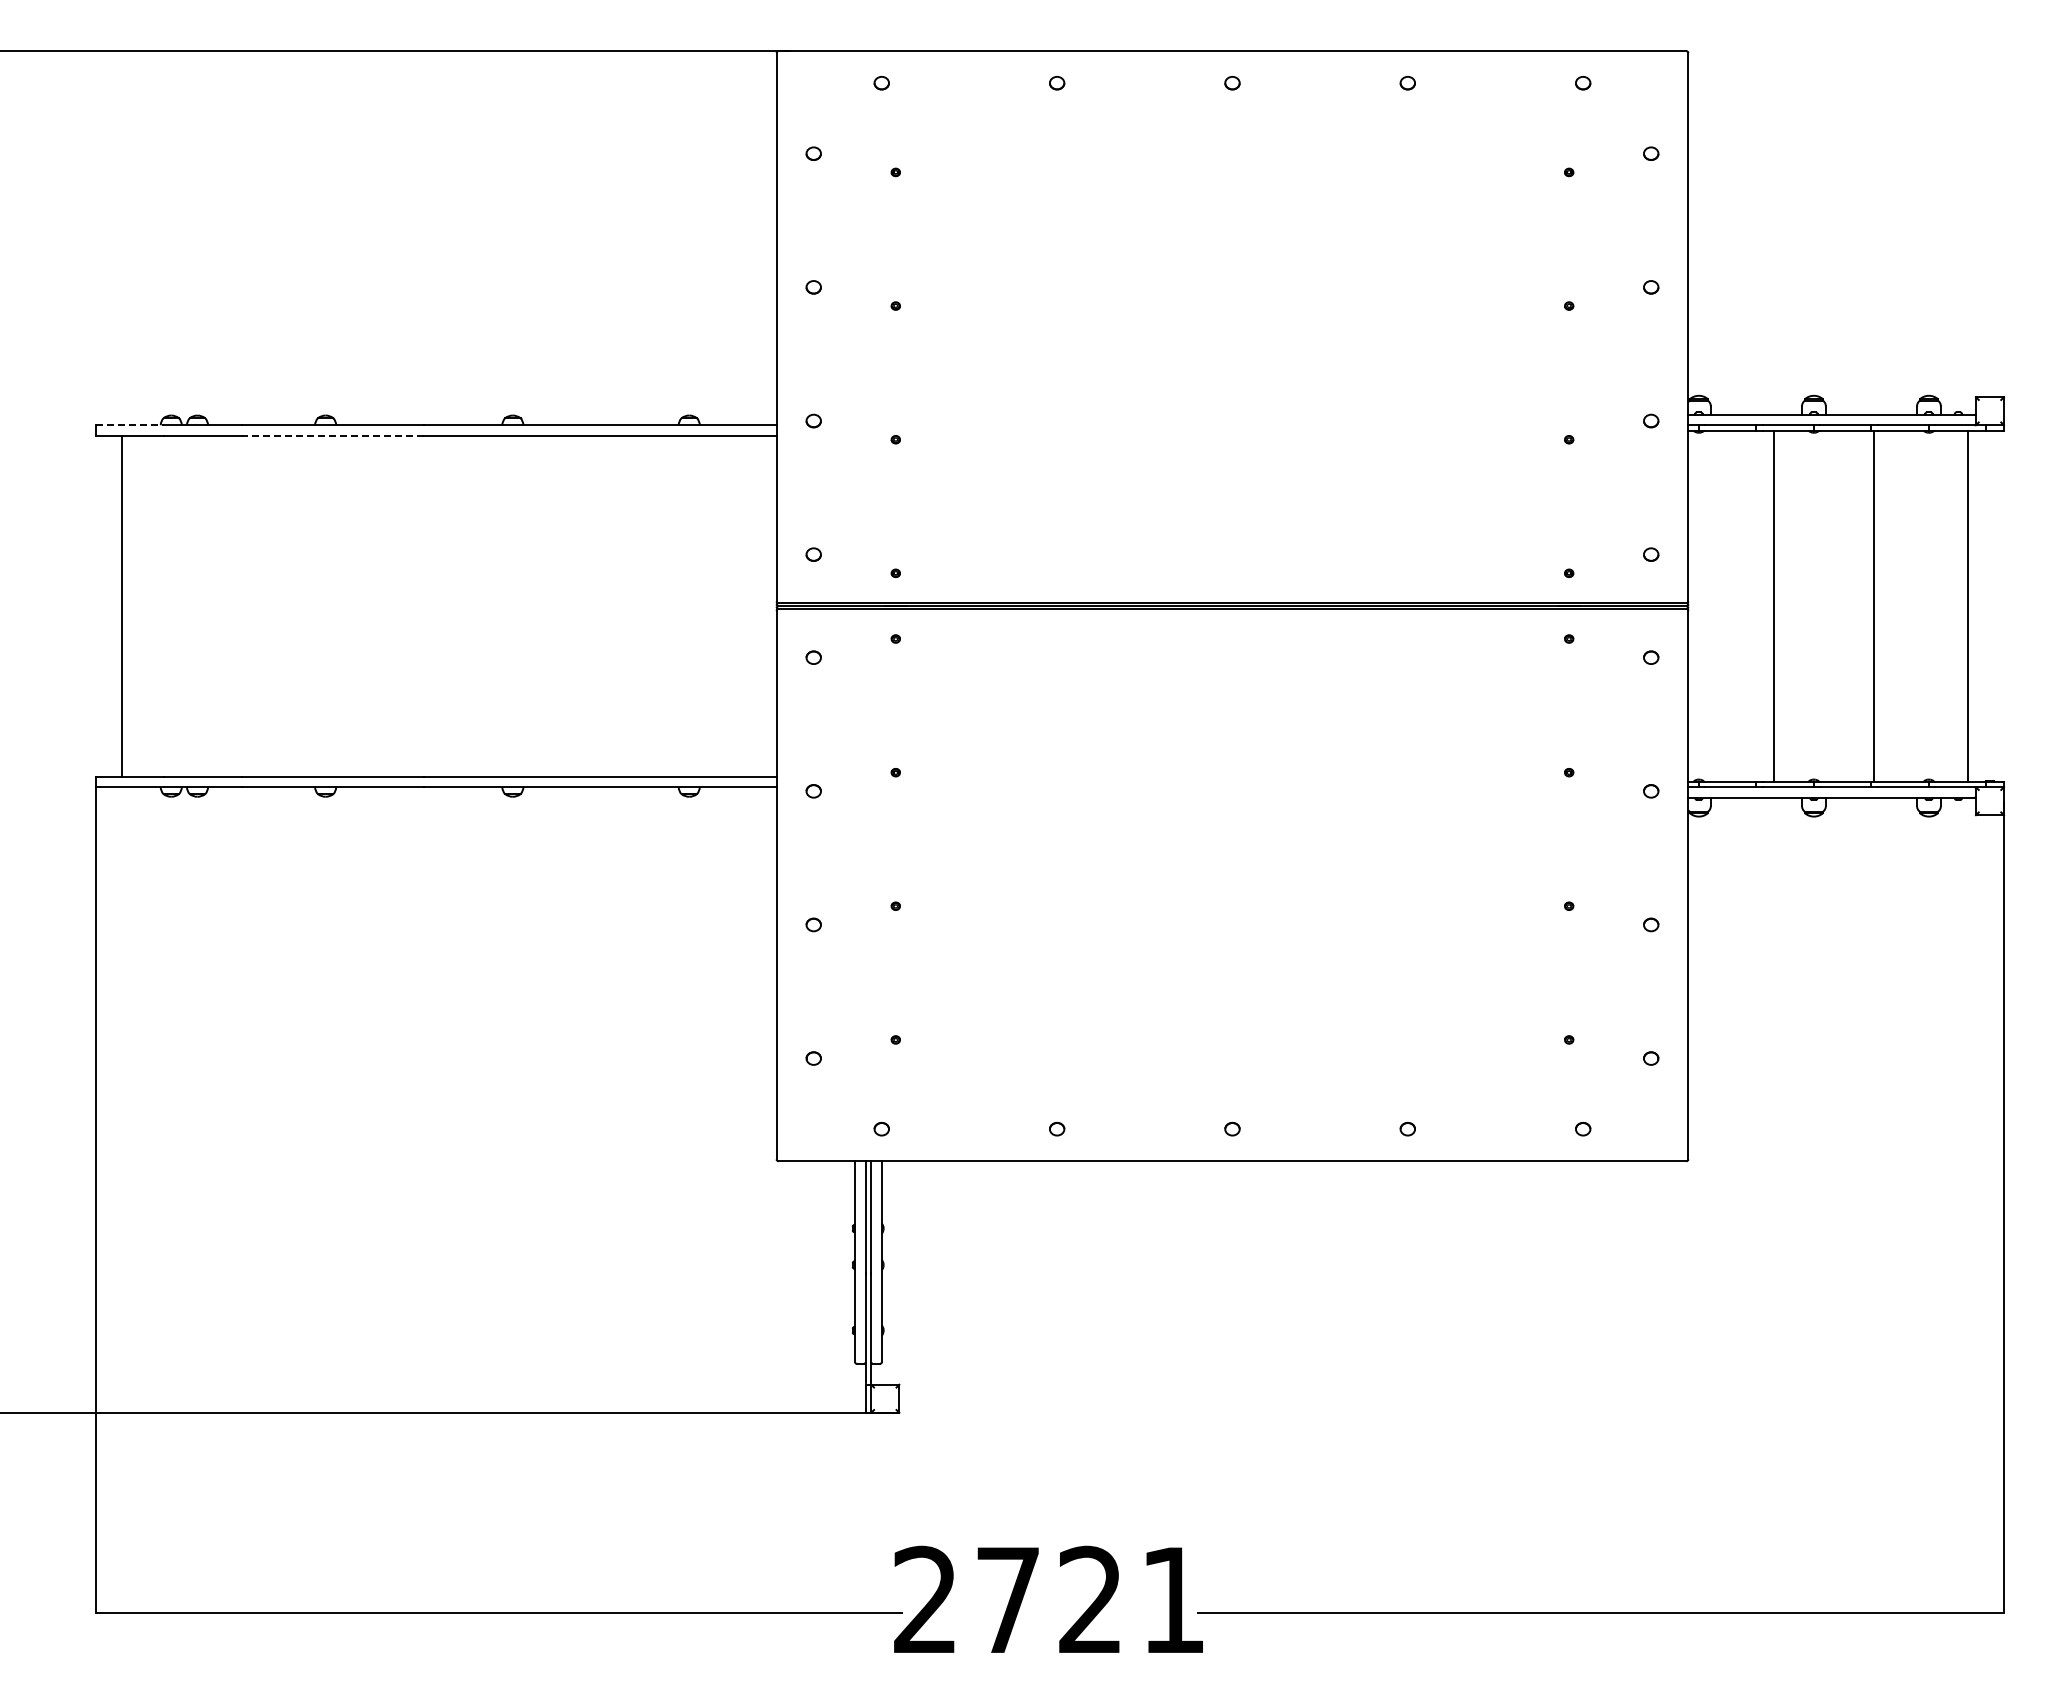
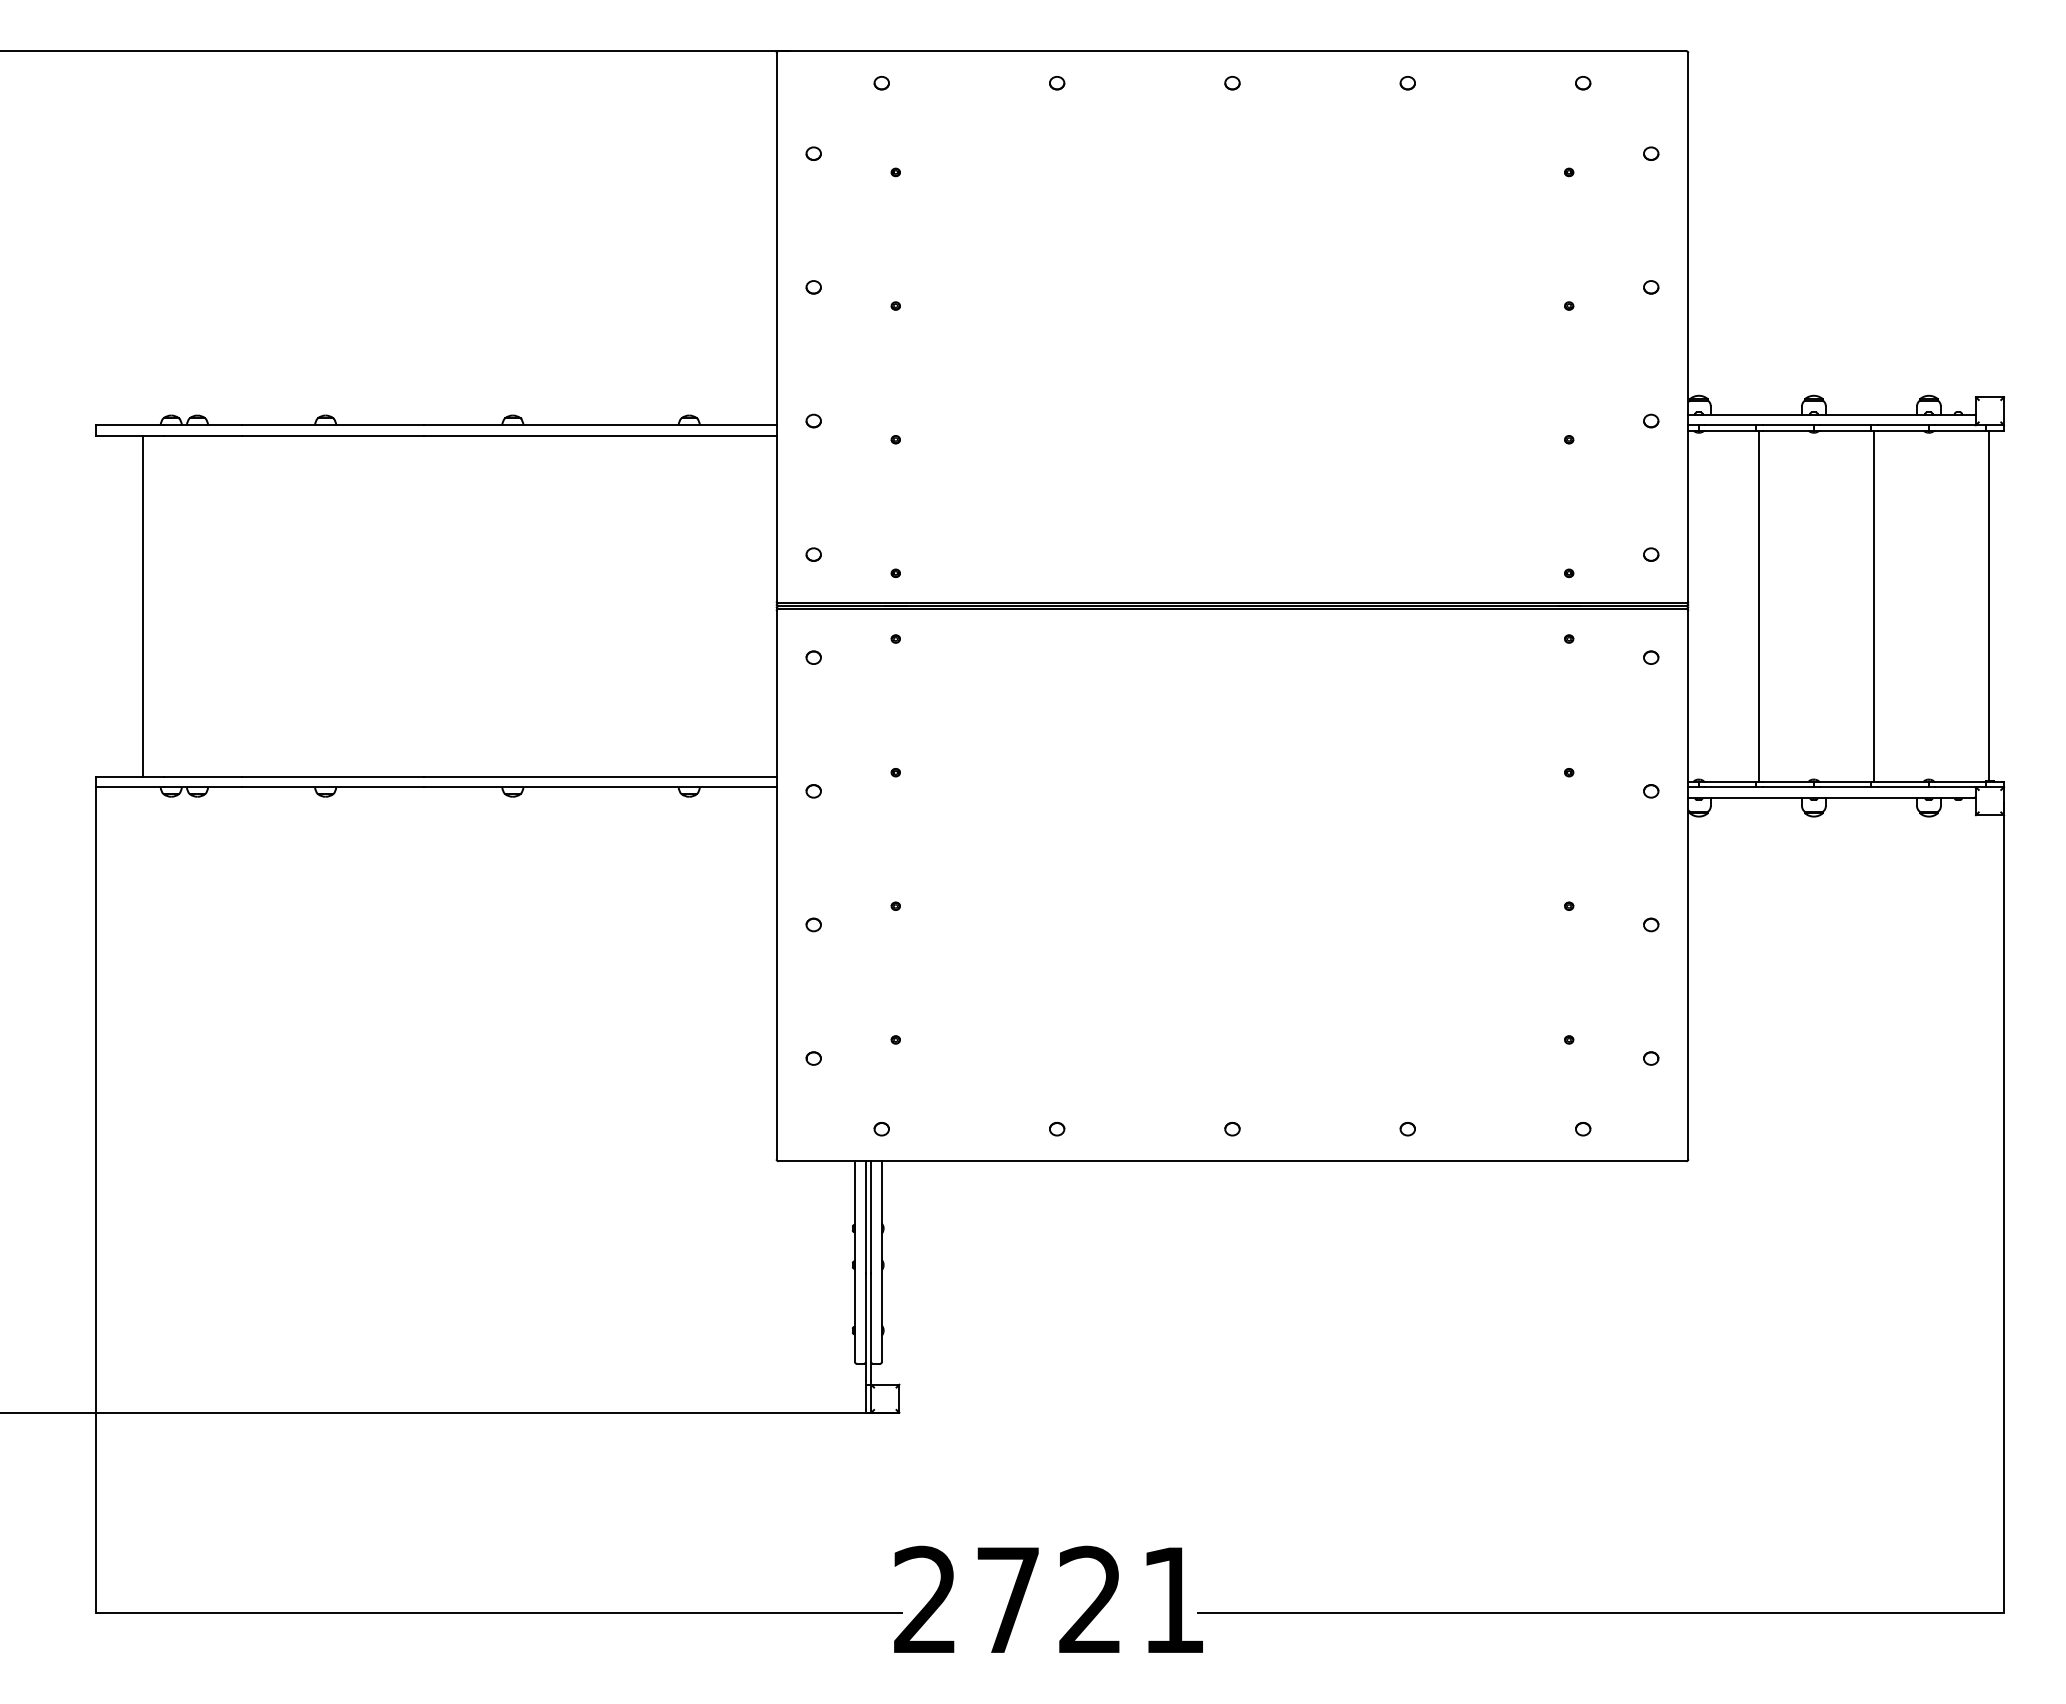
line at (130, 425): dashed -> solid
line at (333, 435): dashed -> solid
line at (121, 605) position: (121, 605) -> (142, 605)
line at (1774, 605) position: (1774, 605) -> (1759, 605)
line at (1968, 605) position: (1968, 605) -> (1989, 605)
